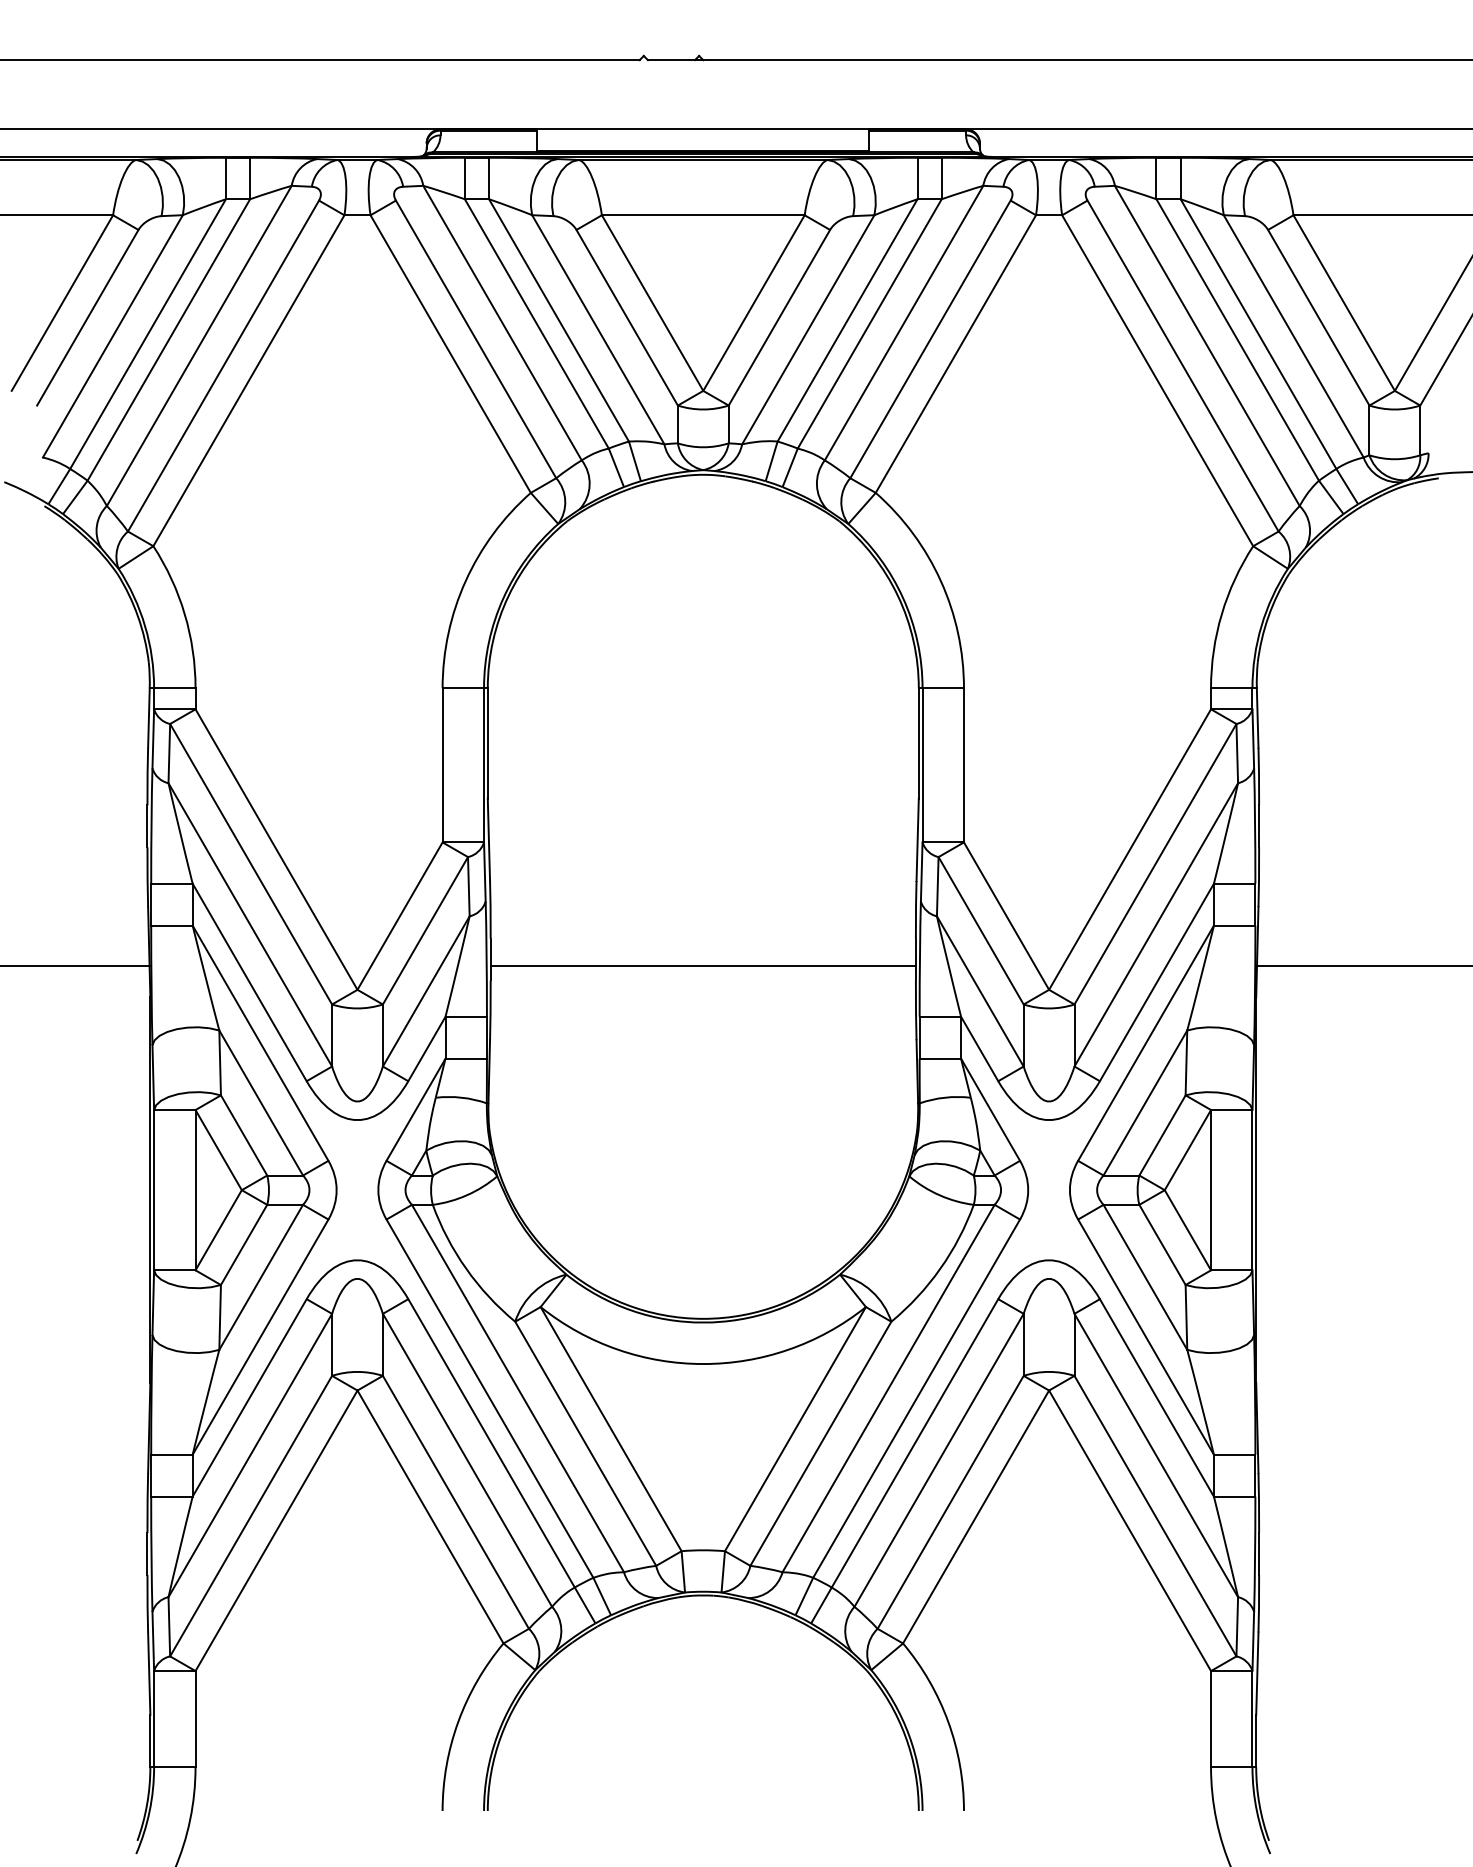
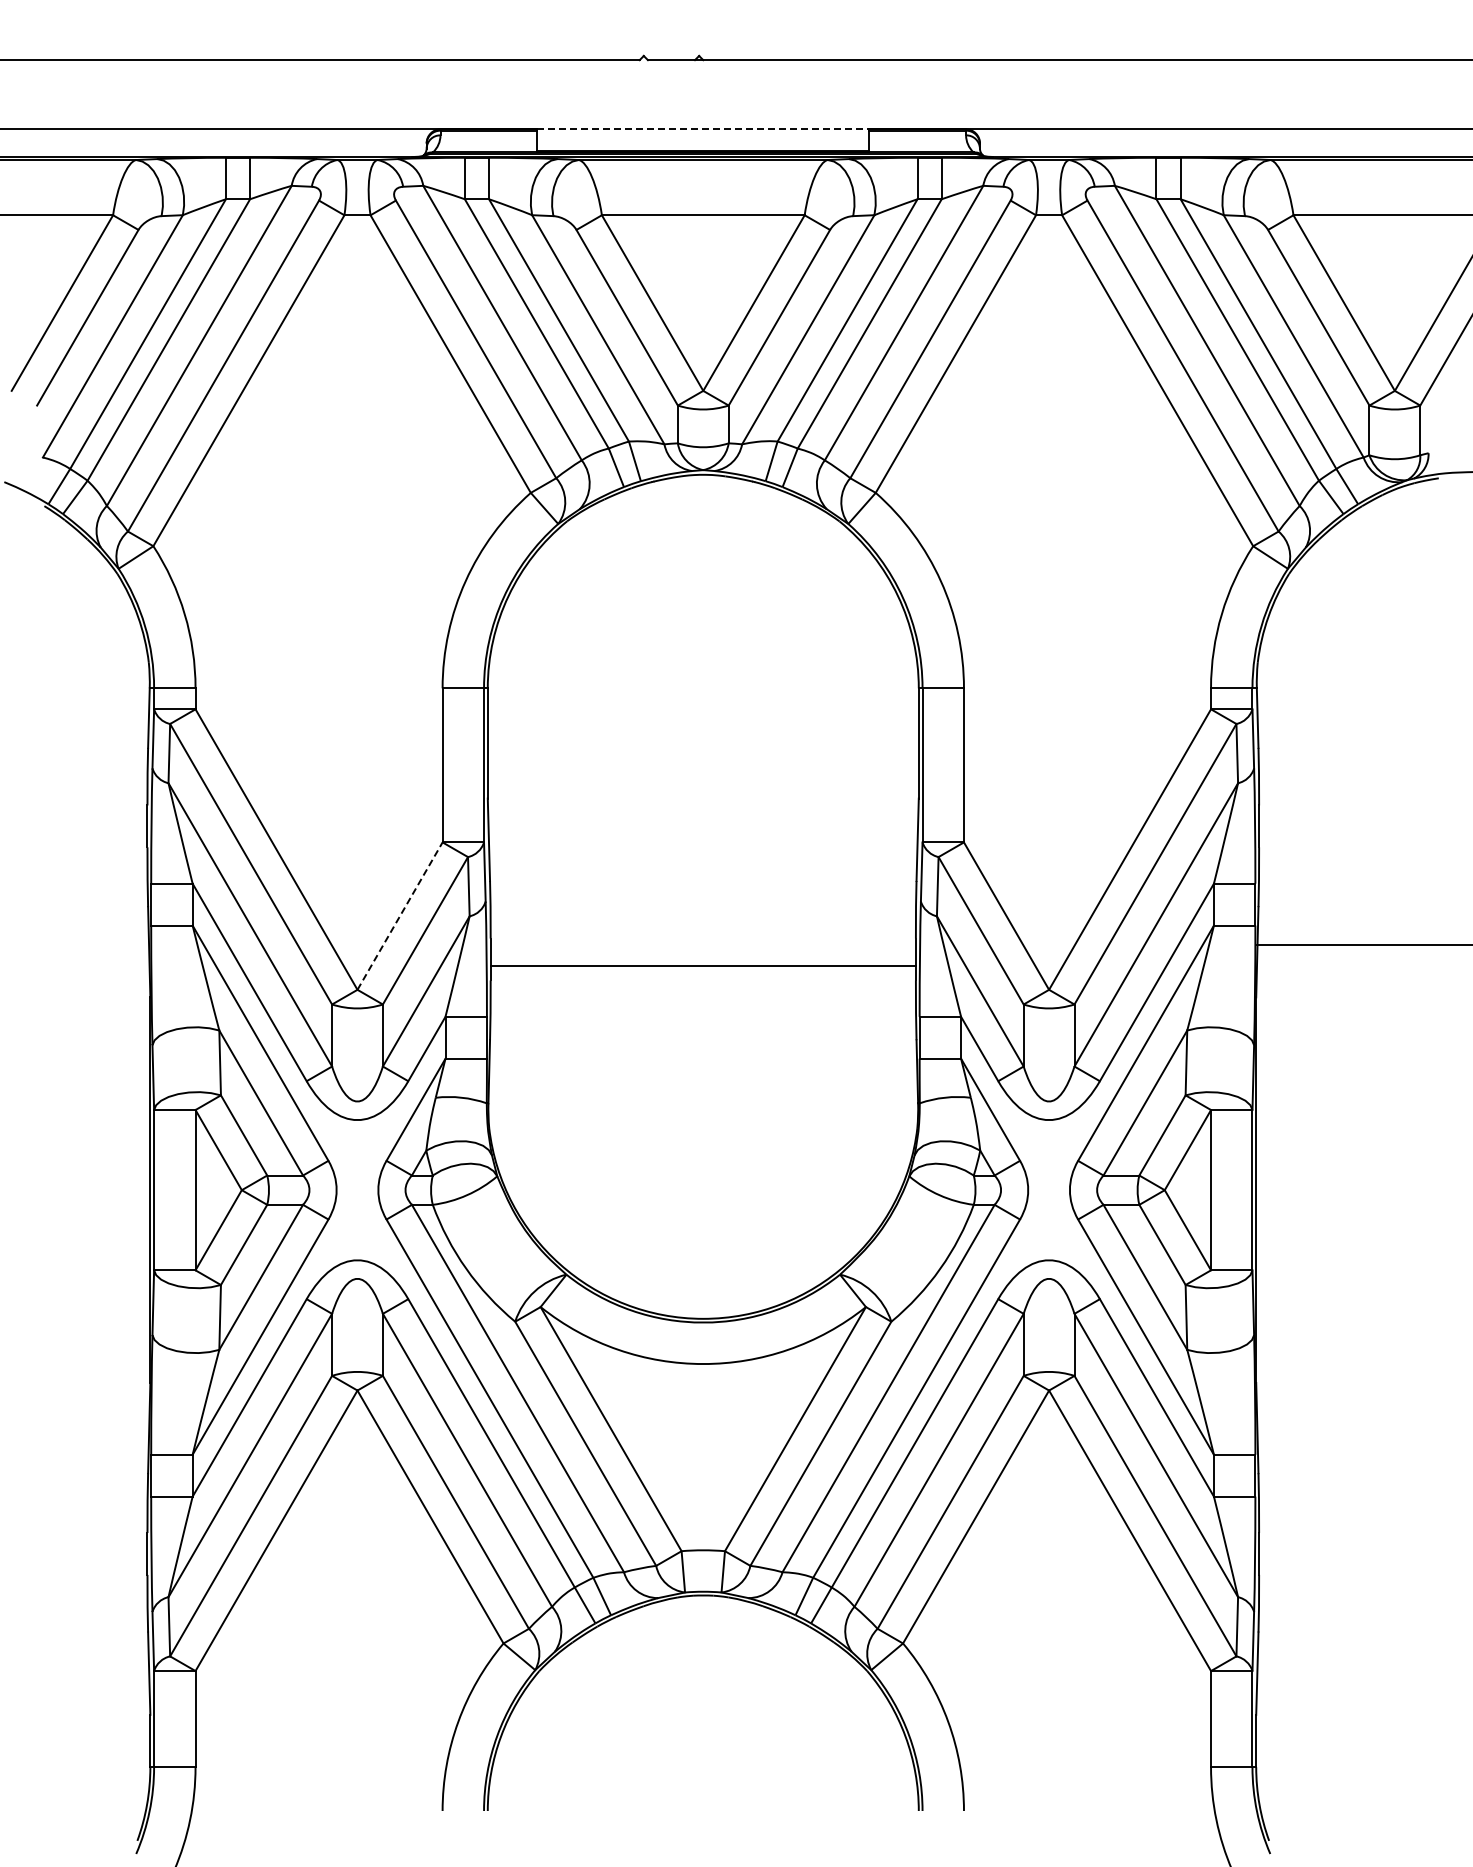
line at (703, 129): solid -> dashed
line at (400, 915): solid -> dashed
line at (75, 966): present -> none
line at (1362, 966) position: (1362, 966) -> (1362, 945)
